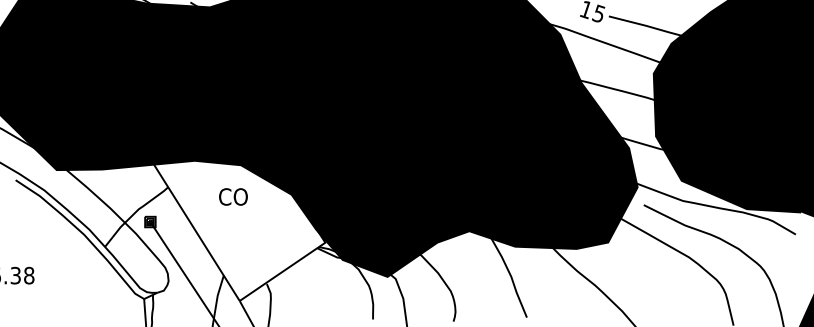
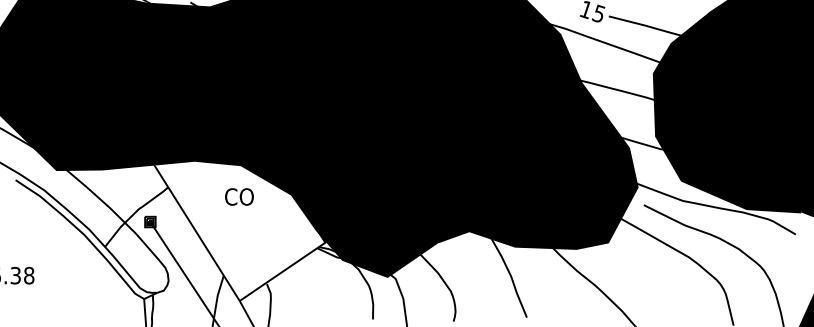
text at (233, 196) position: (233, 196) -> (239, 196)
